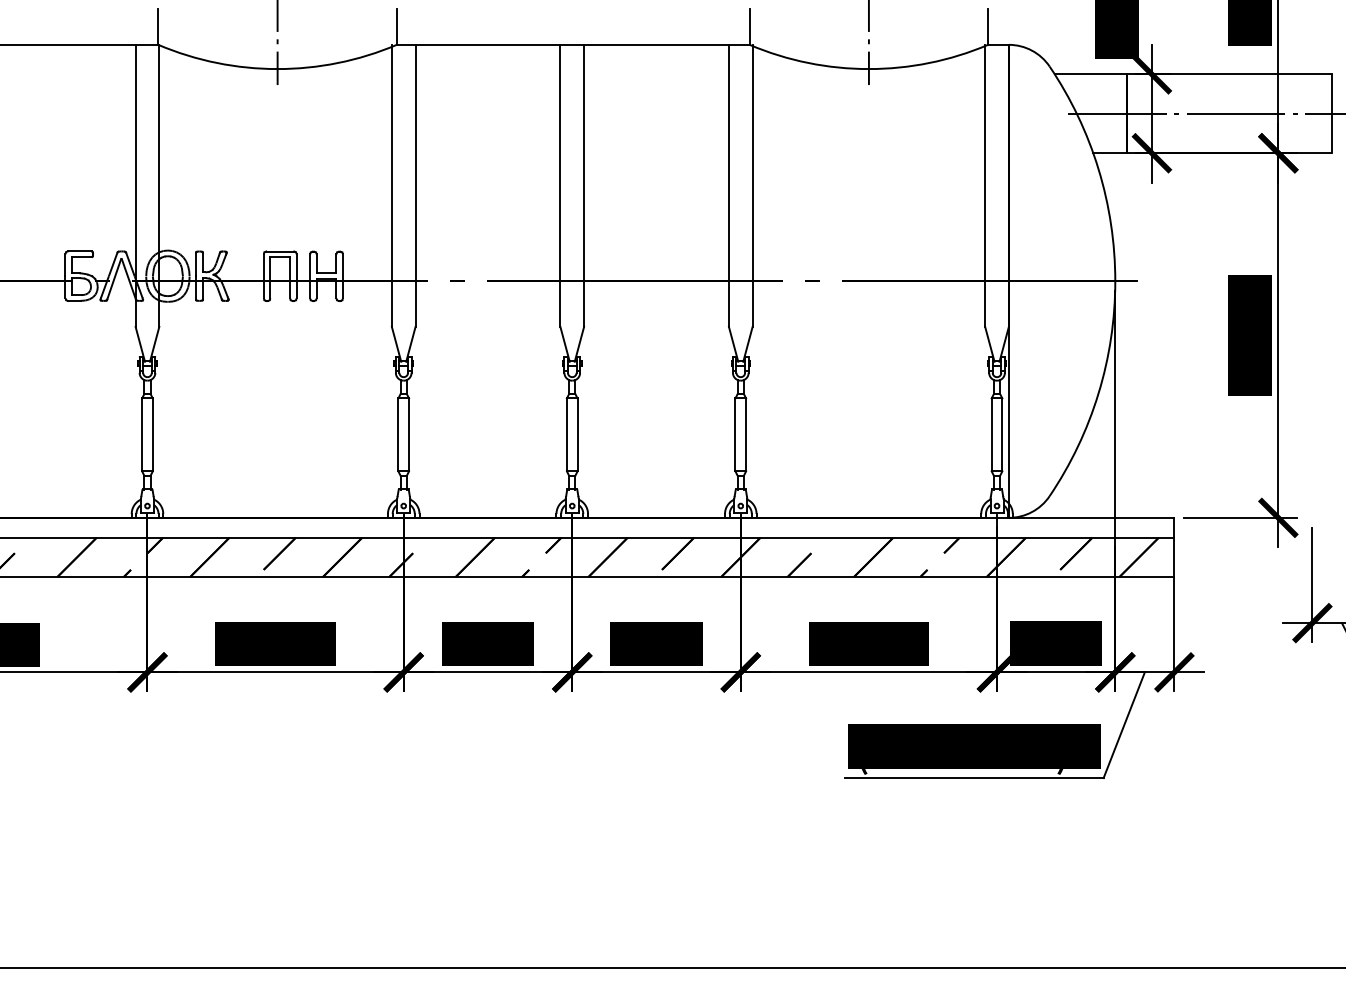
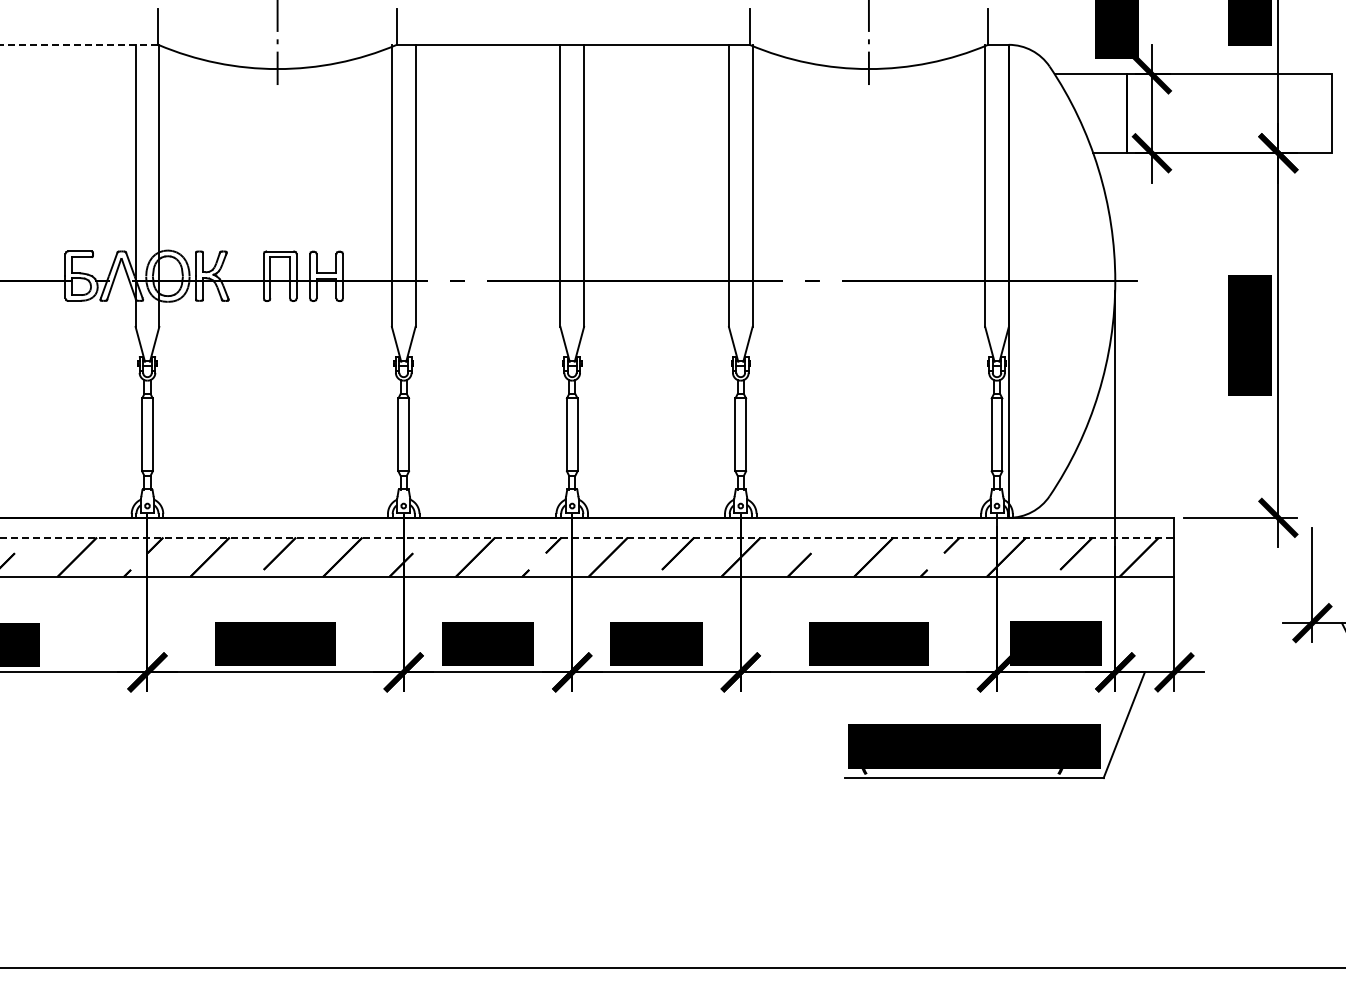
line at (79, 44): solid -> dashed
line at (1205, 113): present -> none
line at (587, 537): solid -> dashed
